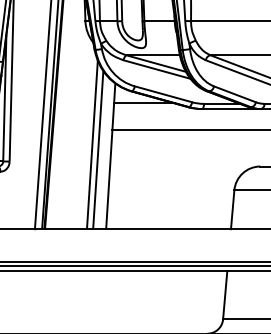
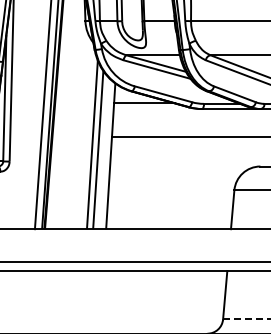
line at (189, 129) position: (189, 129) -> (189, 136)
line at (134, 265): present -> none
line at (247, 319): solid -> dashed
